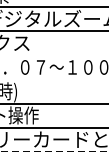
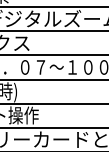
line at (53, 55): none -> present
line at (53, 79): none -> present
line at (54, 151): dashed -> solid
